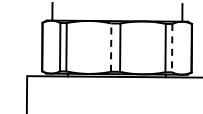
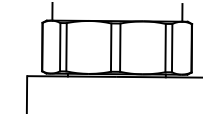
line at (111, 47): dashed -> solid
line at (172, 48): dashed -> solid
